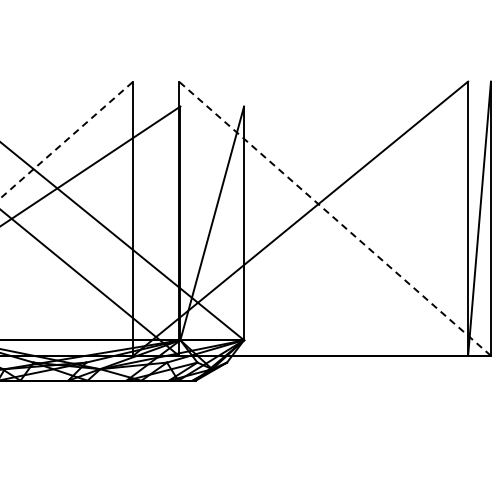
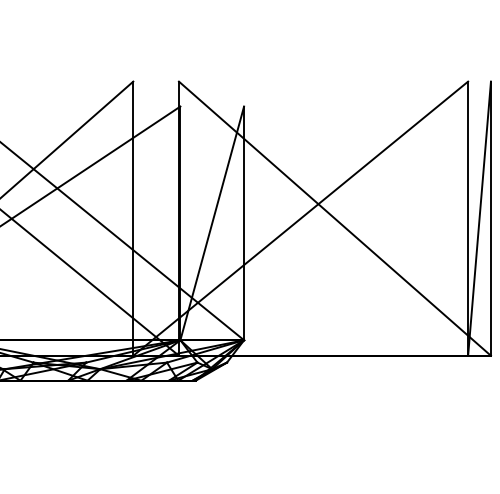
line at (67, 139): dashed -> solid
line at (334, 218): dashed -> solid
